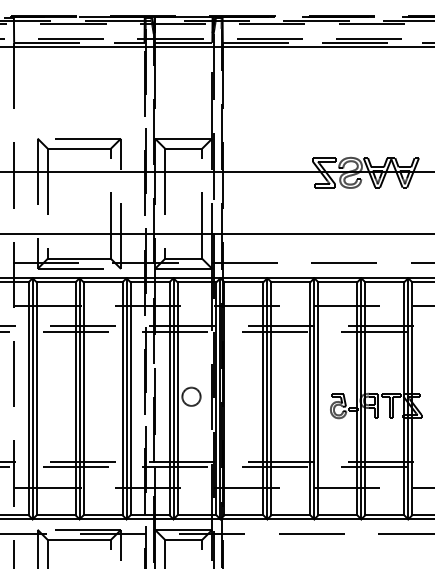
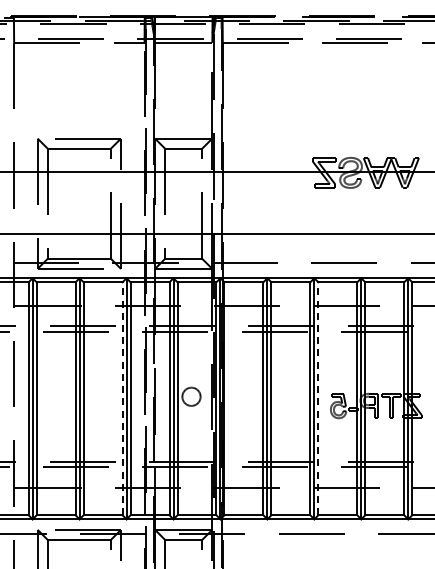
line at (216, 46): present -> none
line at (122, 398): solid -> dashed
line at (318, 398): solid -> dashed
